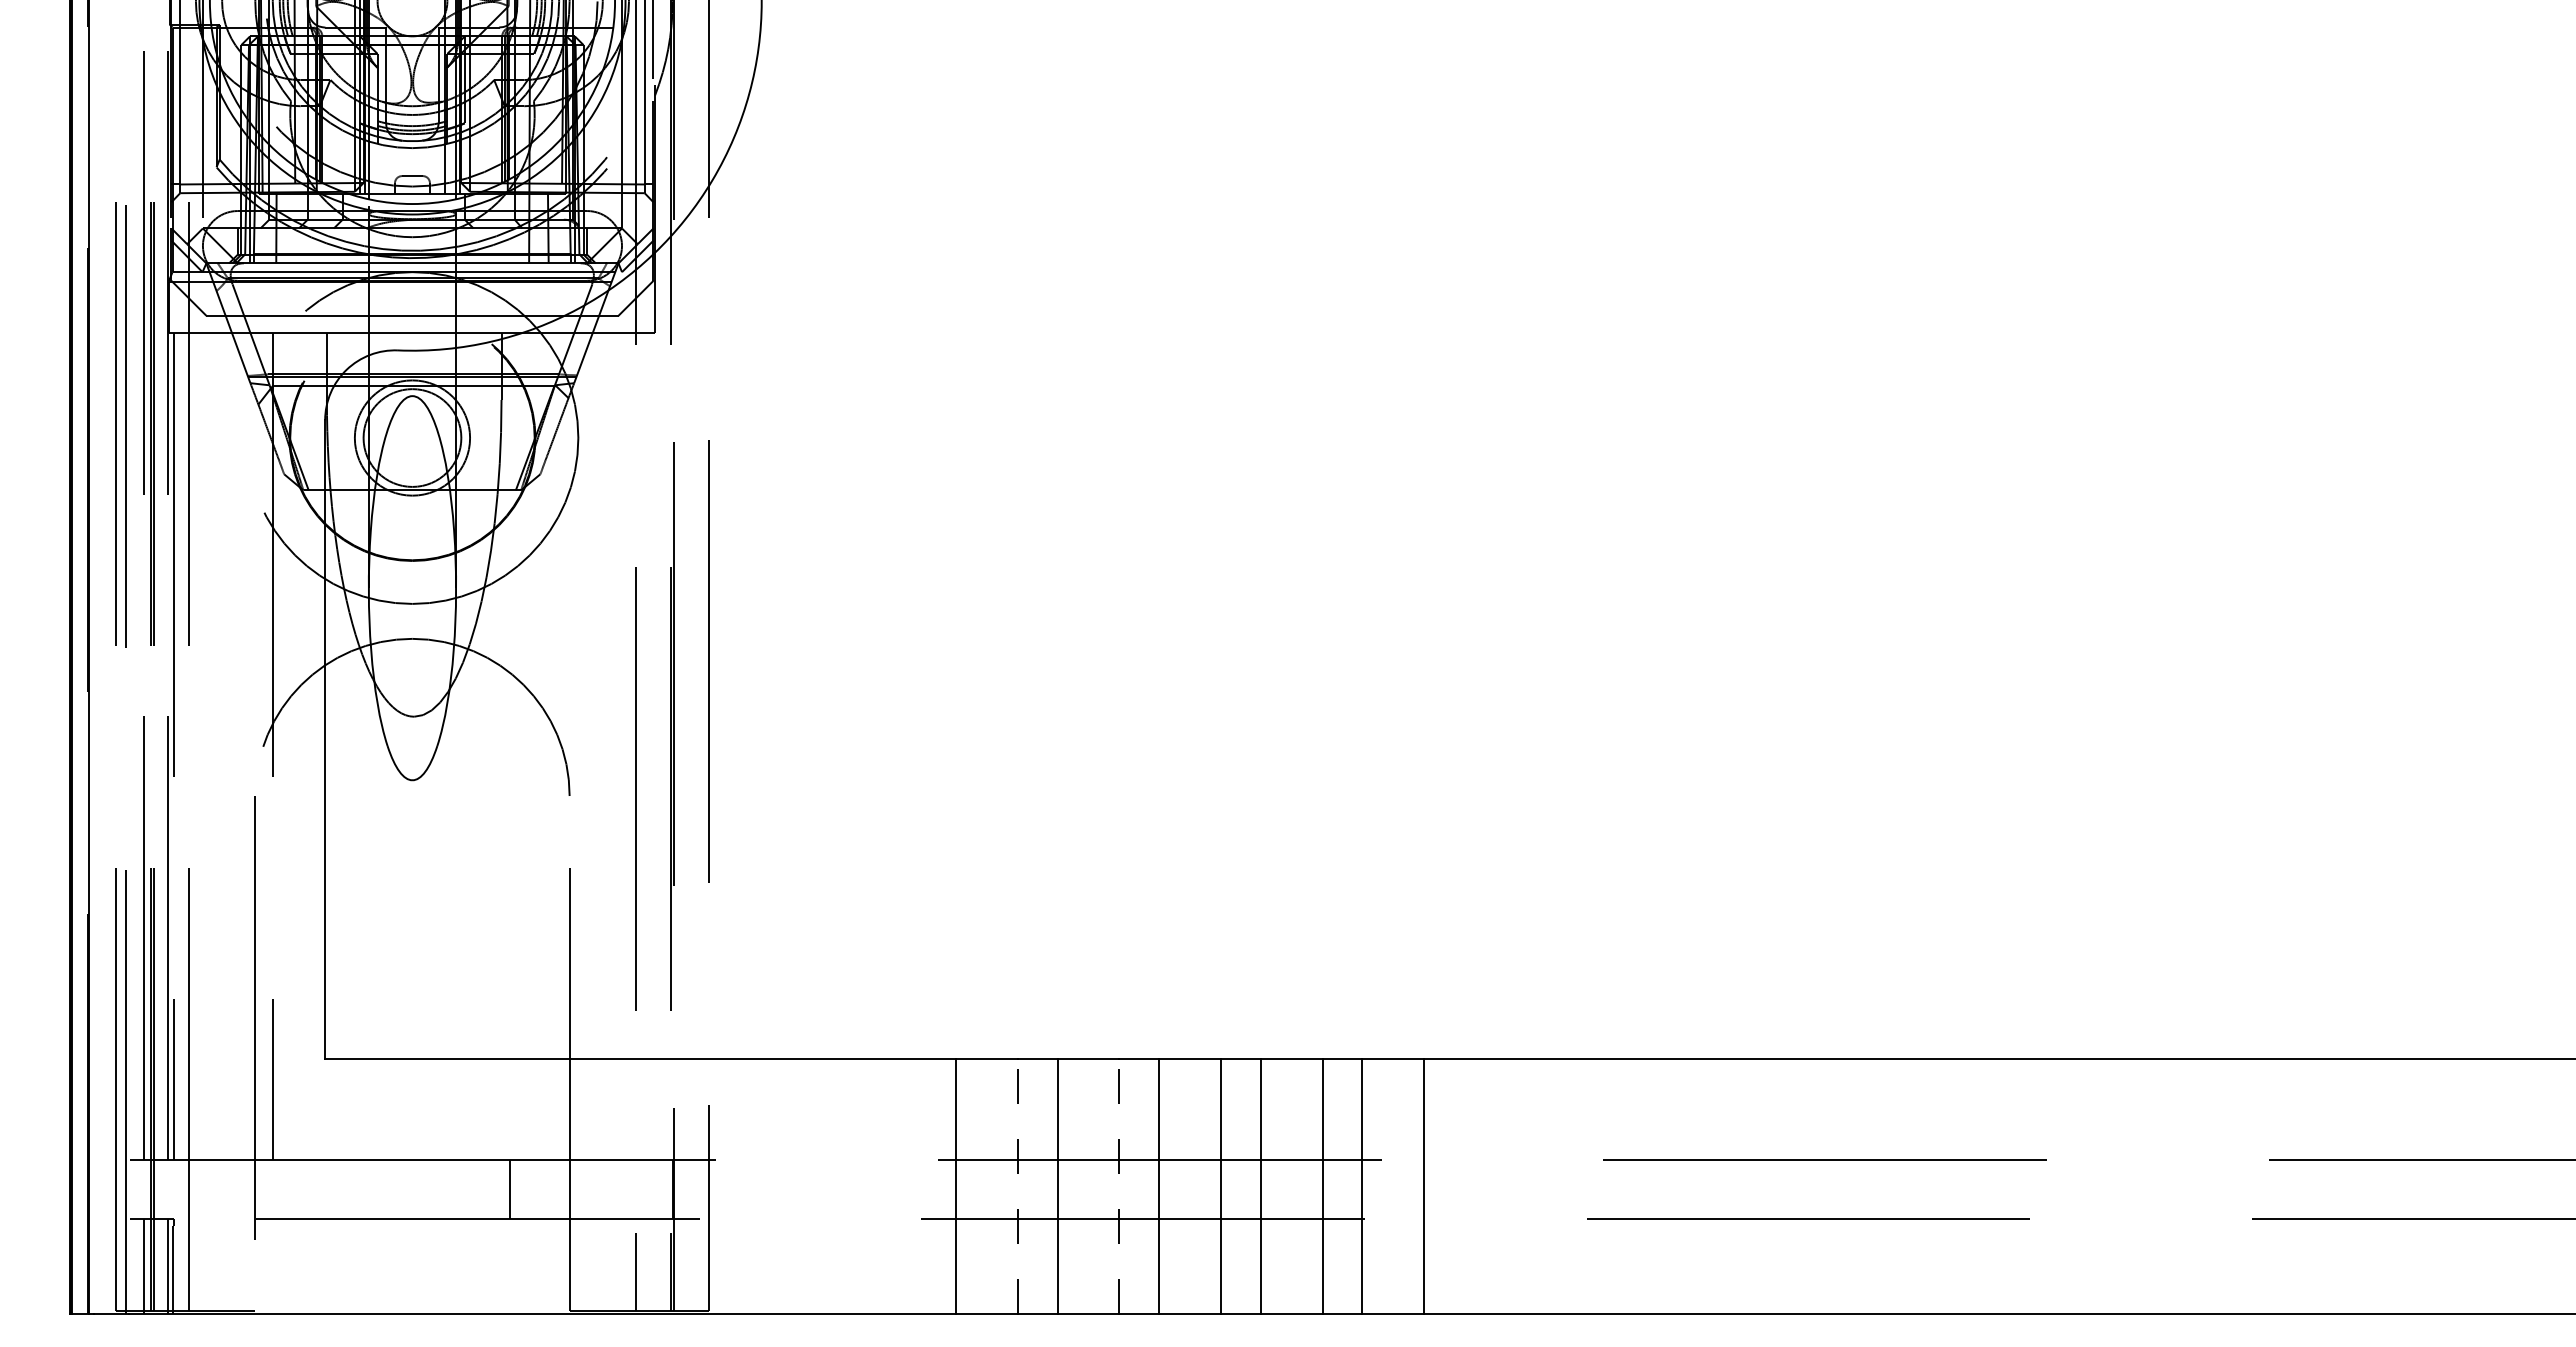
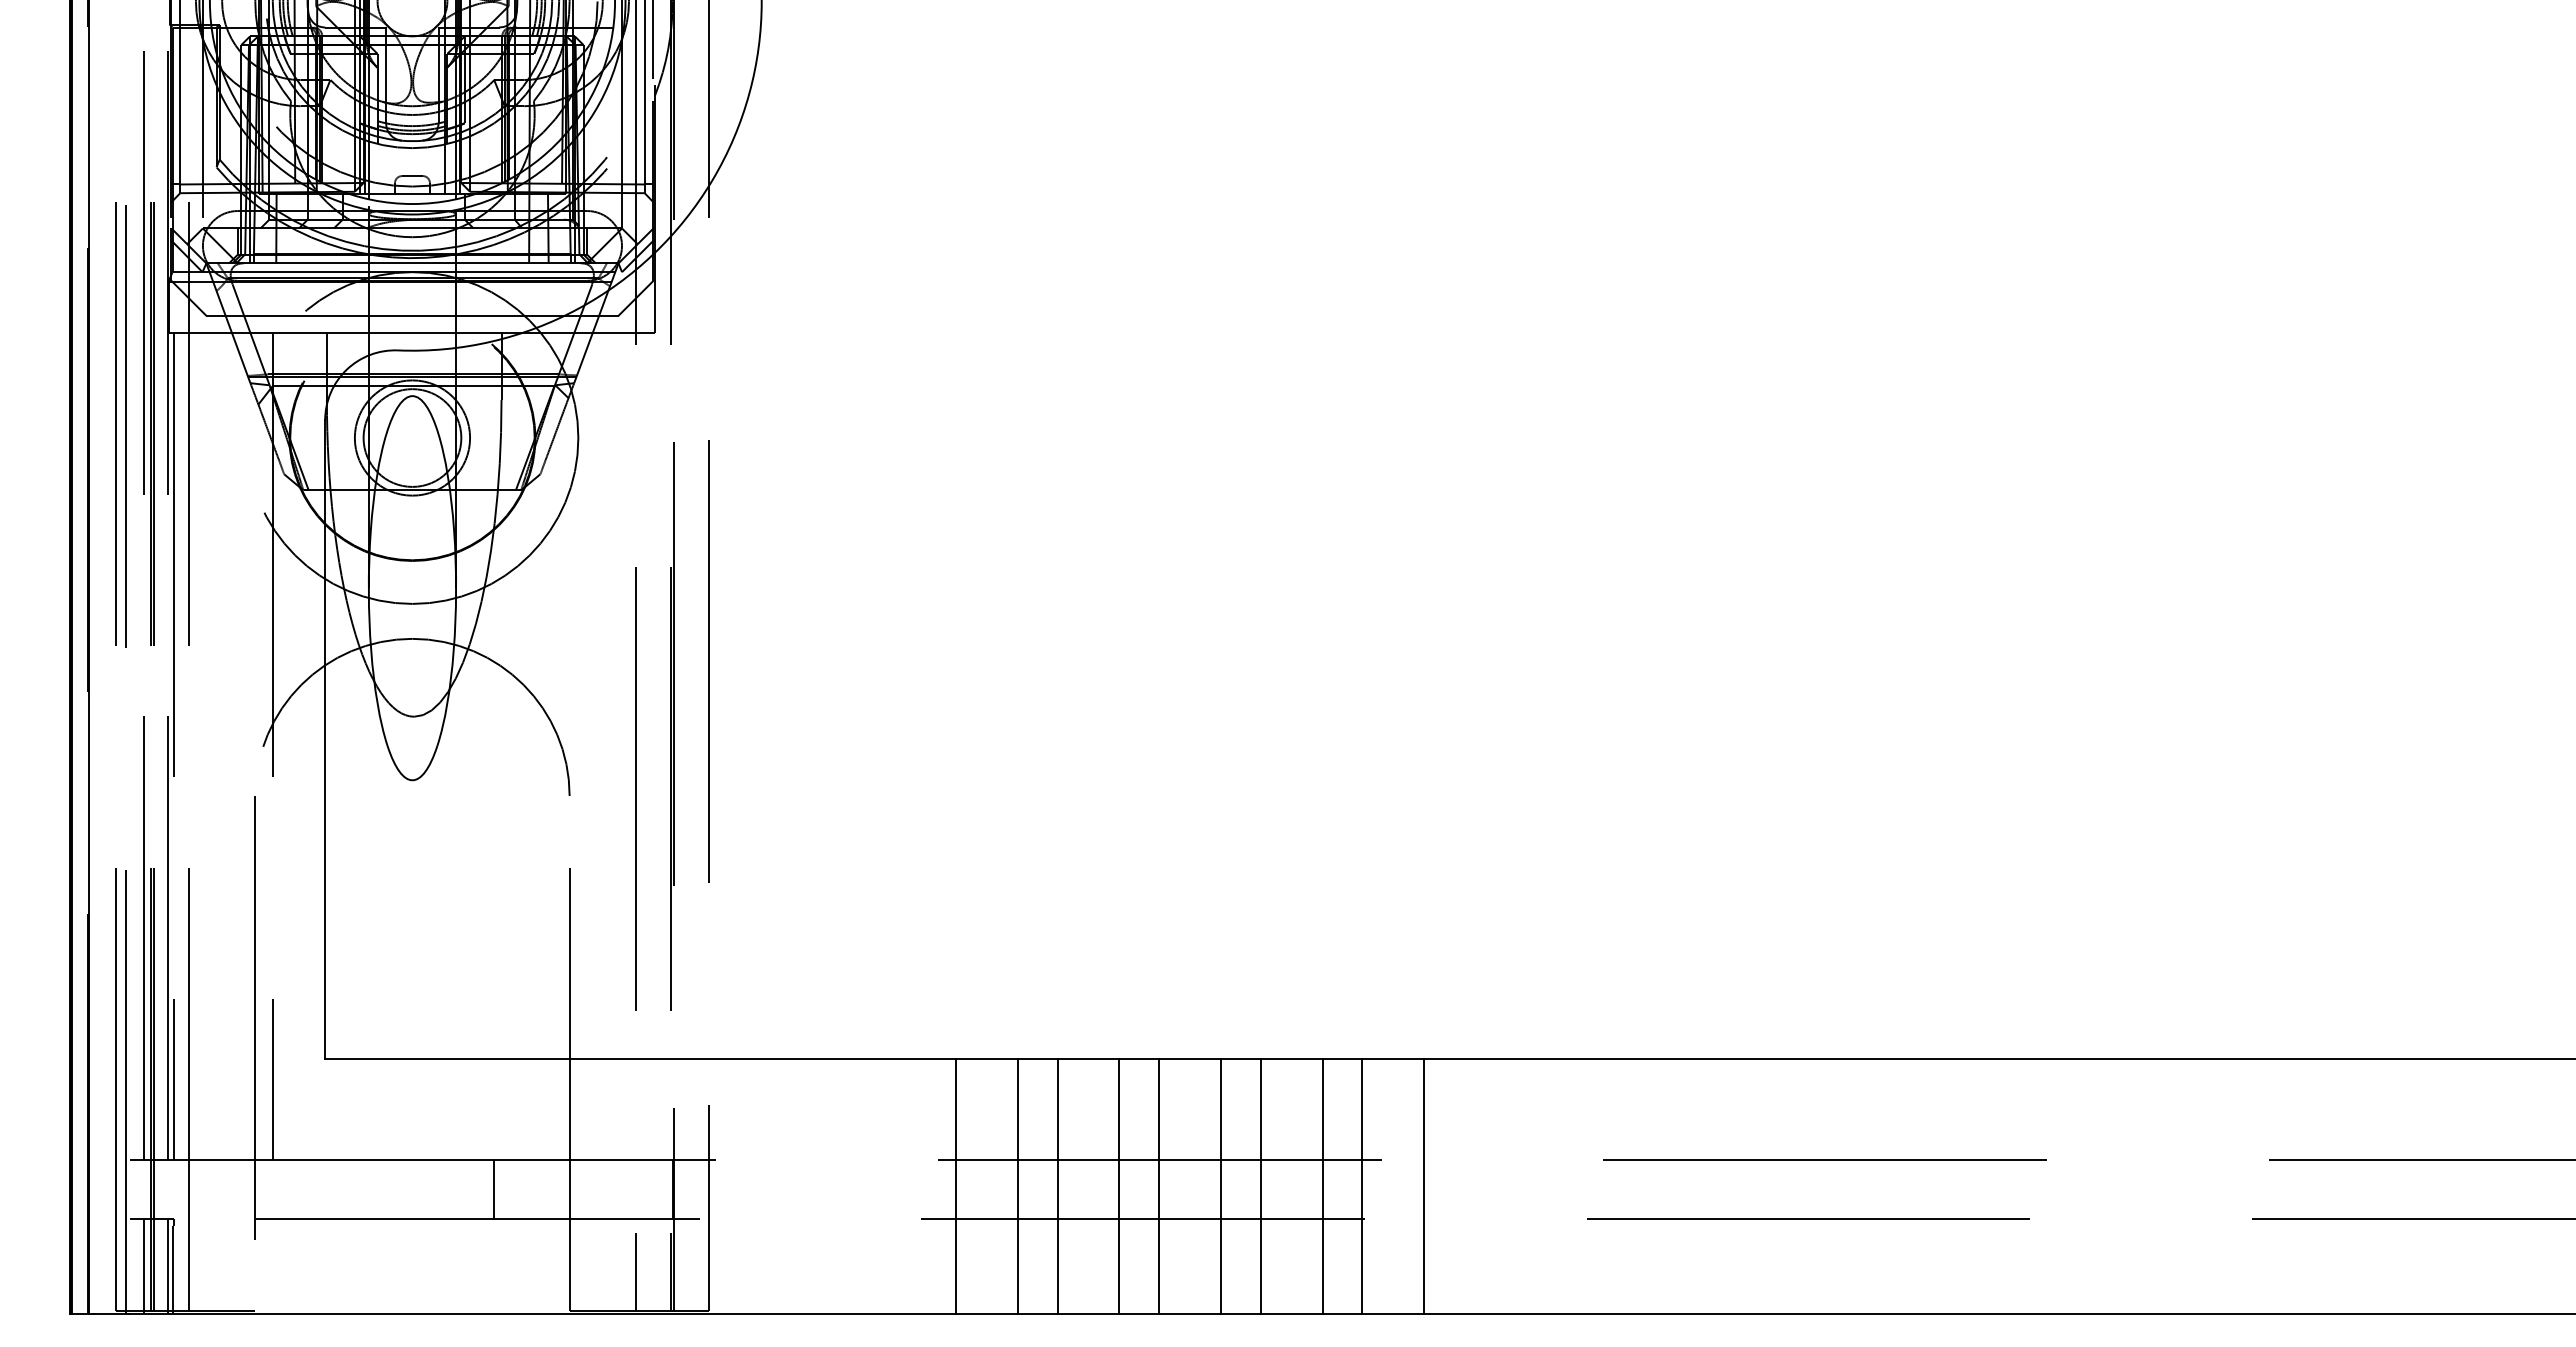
line at (1017, 1185): dashed -> solid
line at (1119, 1185): dashed -> solid
line at (509, 1189) position: (509, 1189) -> (493, 1189)
